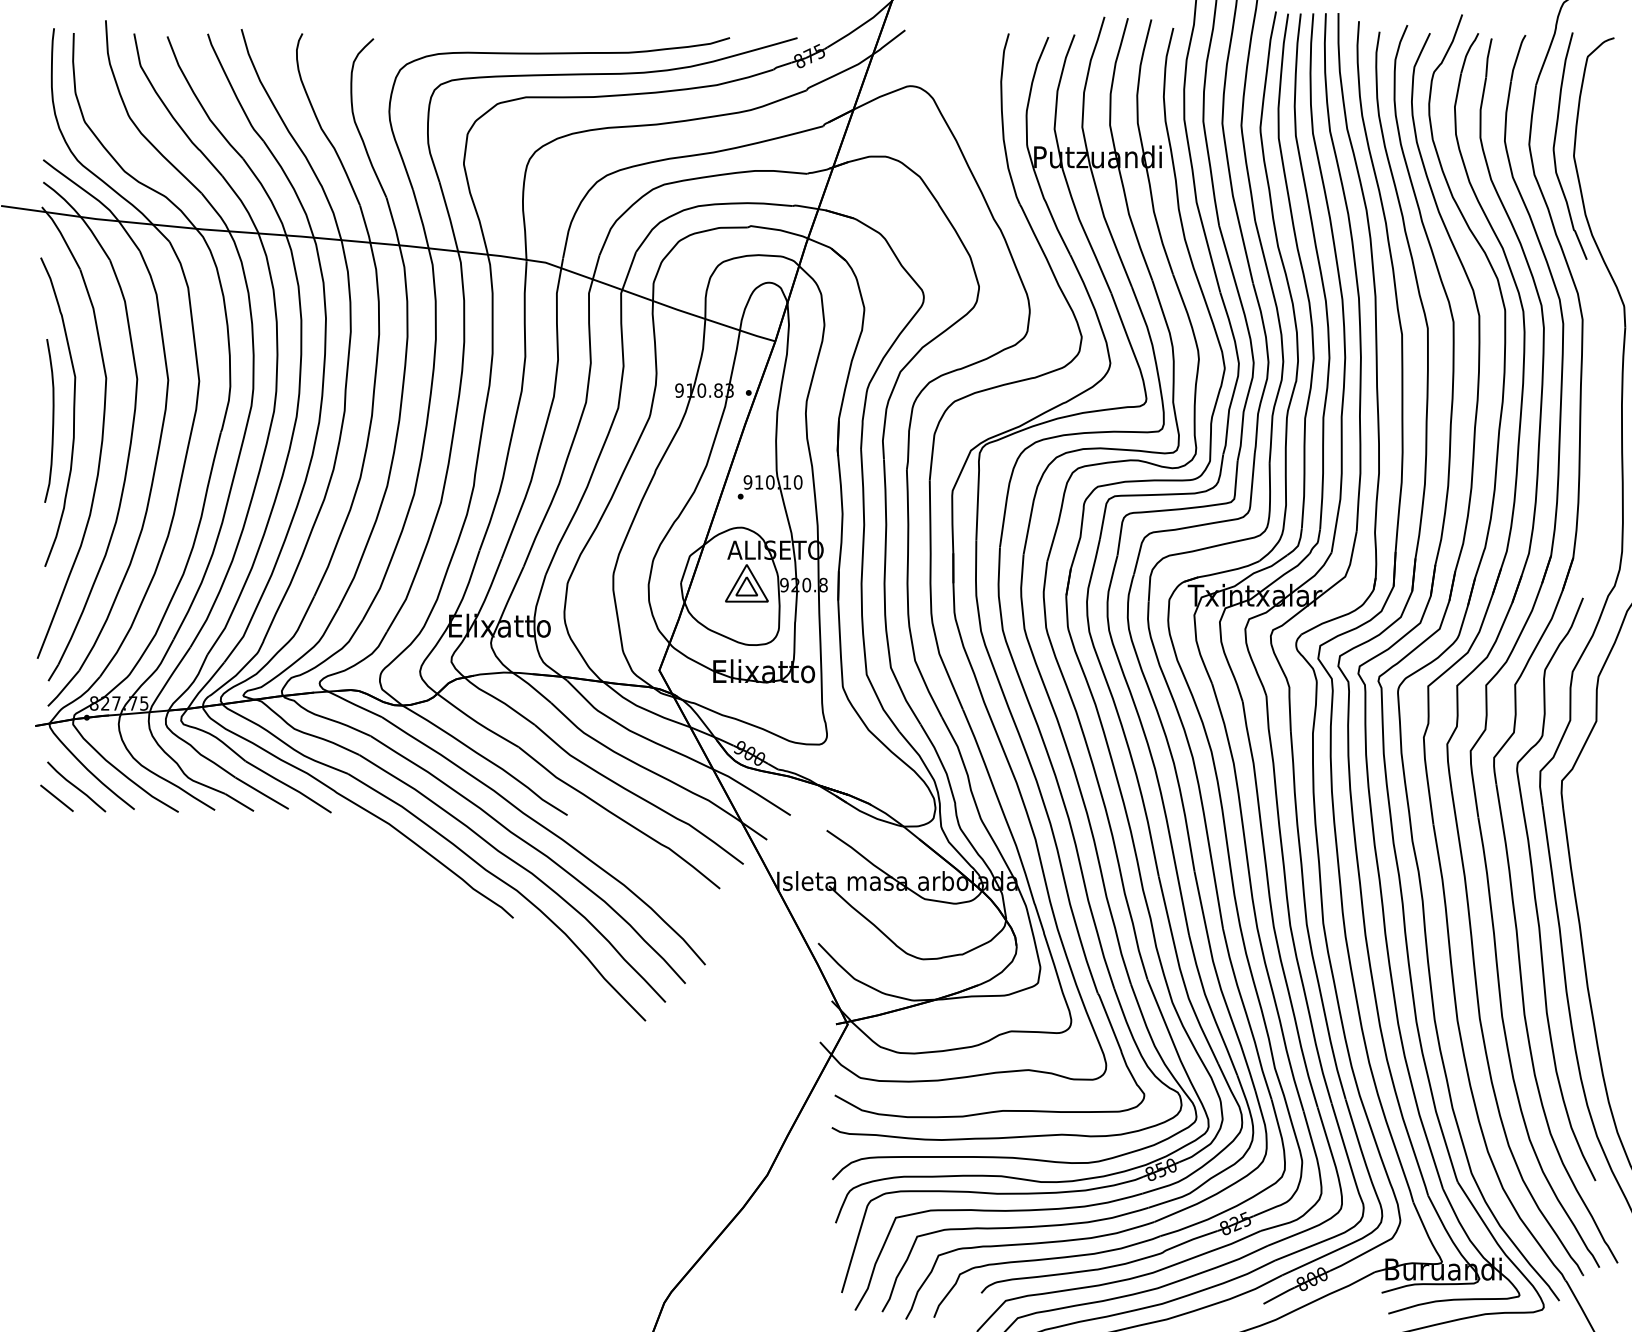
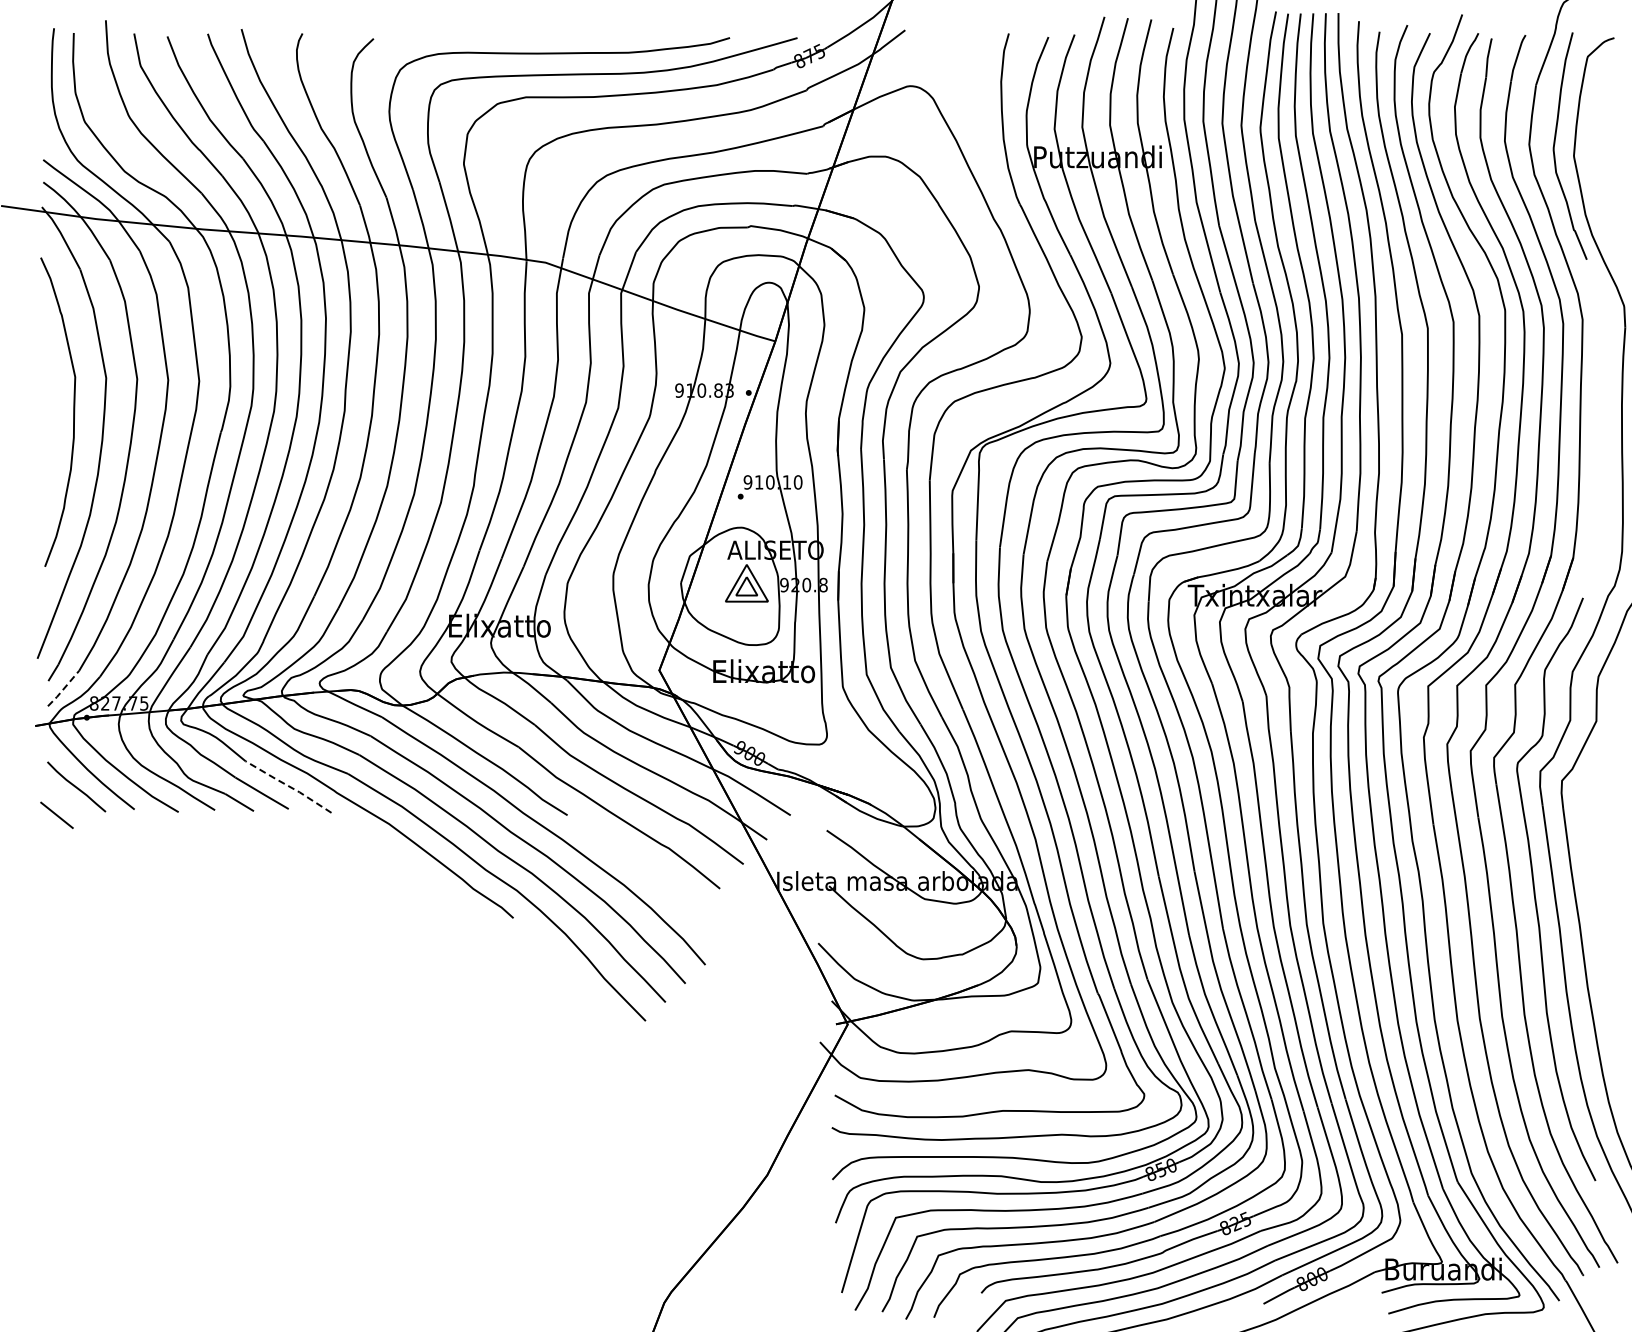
curve at (52, 420): present -> none
line at (63, 688): solid -> dashed
line at (288, 786): solid -> dashed
line at (56, 797) position: (56, 797) -> (56, 814)
